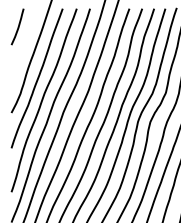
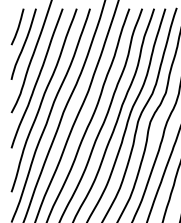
curve at (23, 43): none -> present
